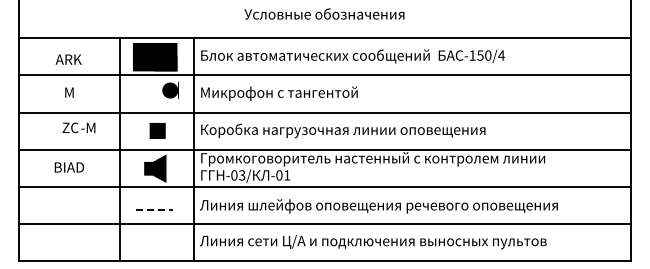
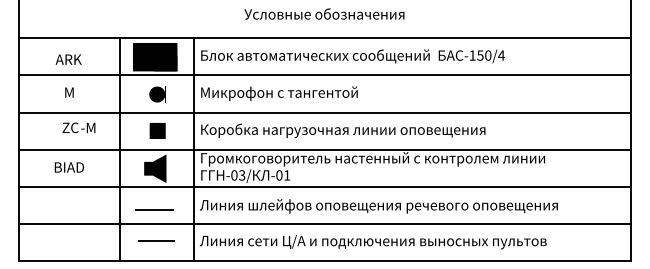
text at (170, 90) position: (170, 90) -> (157, 94)
line at (155, 209): dashed -> solid
line at (156, 241): none -> present
